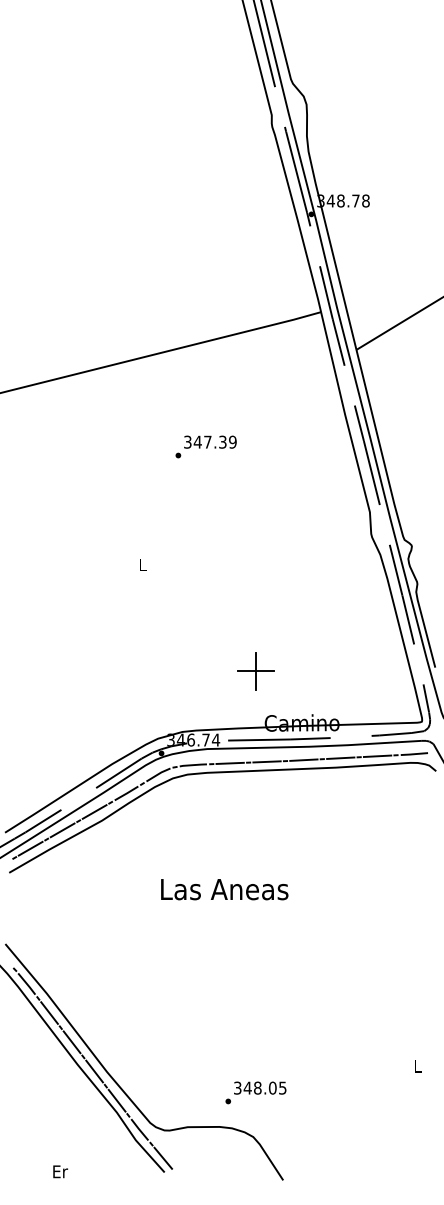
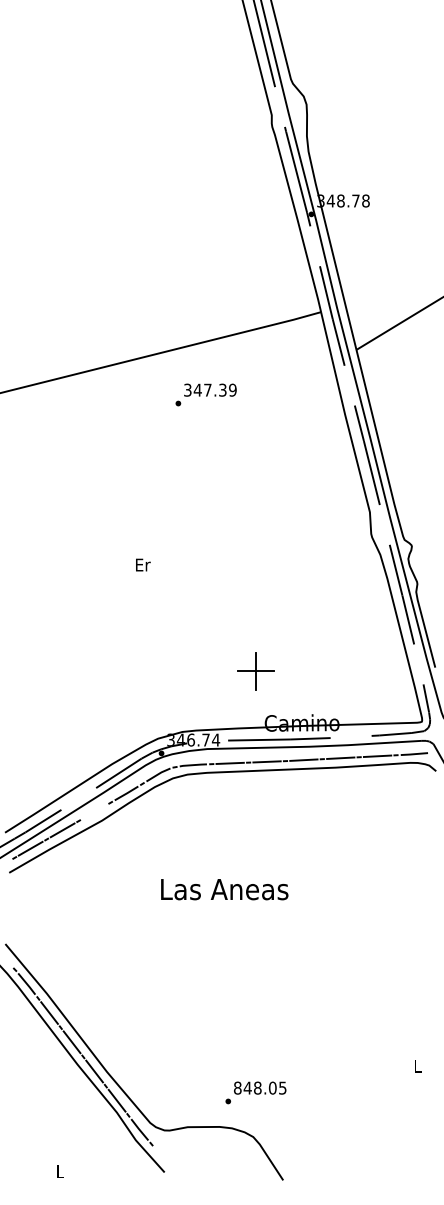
text at (205, 446) position: (205, 446) -> (205, 394)
text at (143, 564): L -> Er
line at (94, 811): present -> none
text at (237, 1087): 348.05 -> 848.05
line at (163, 1157): present -> none
text at (60, 1171): Er -> L
